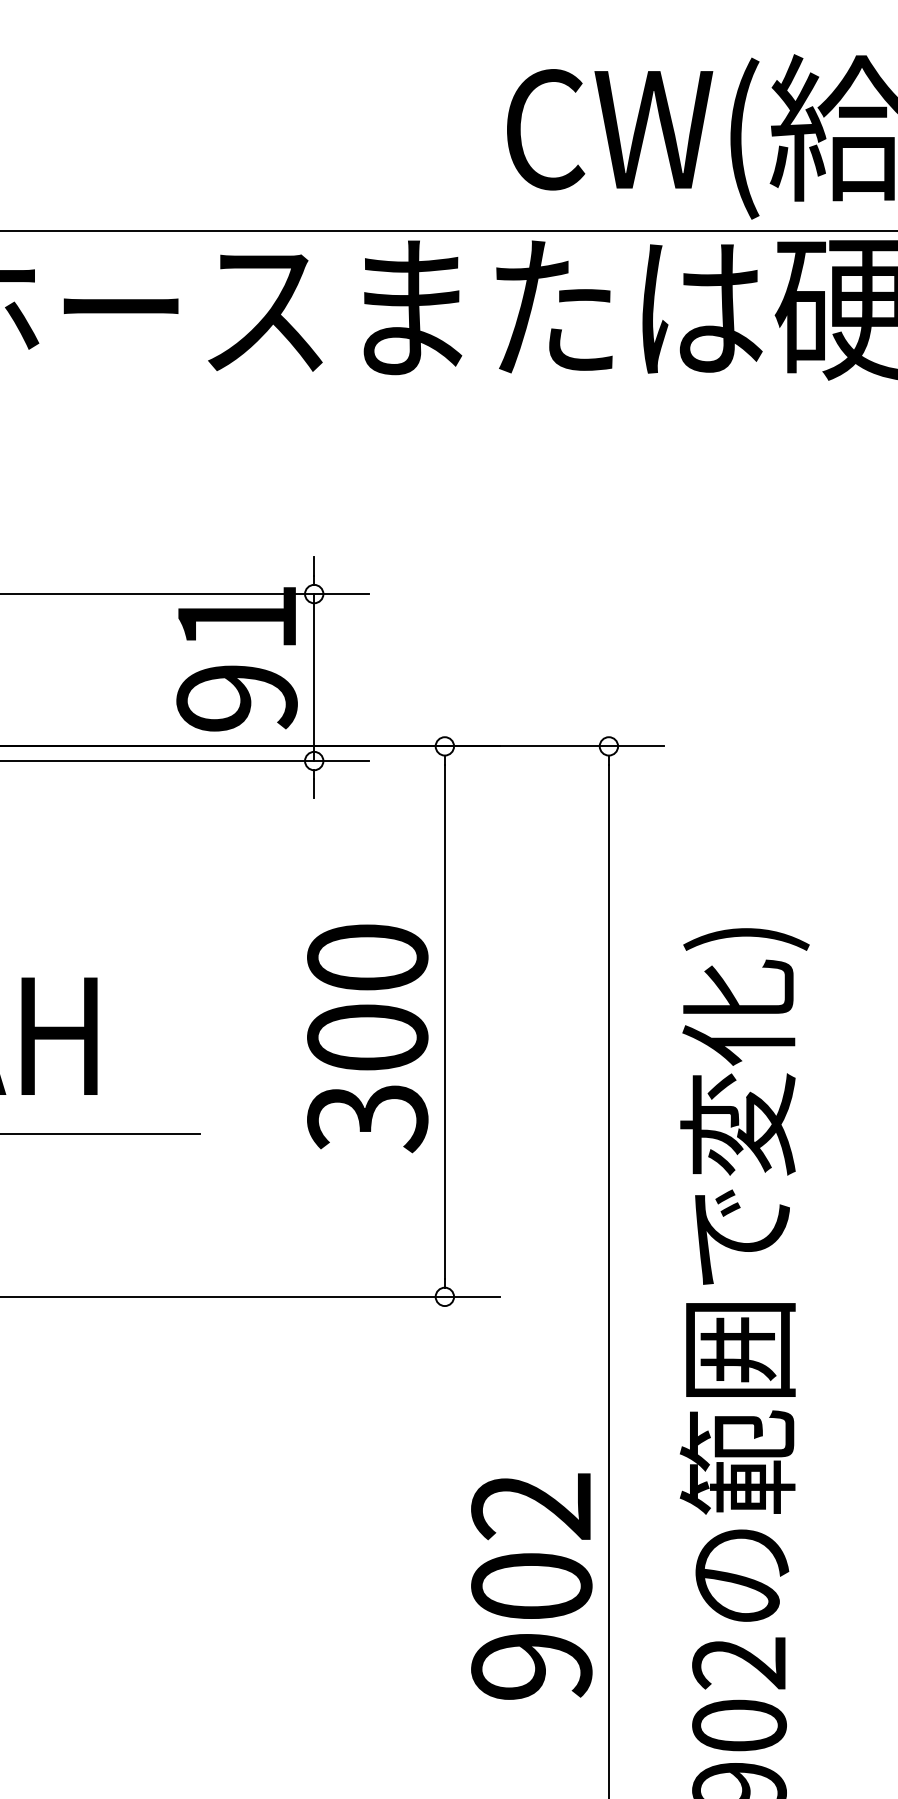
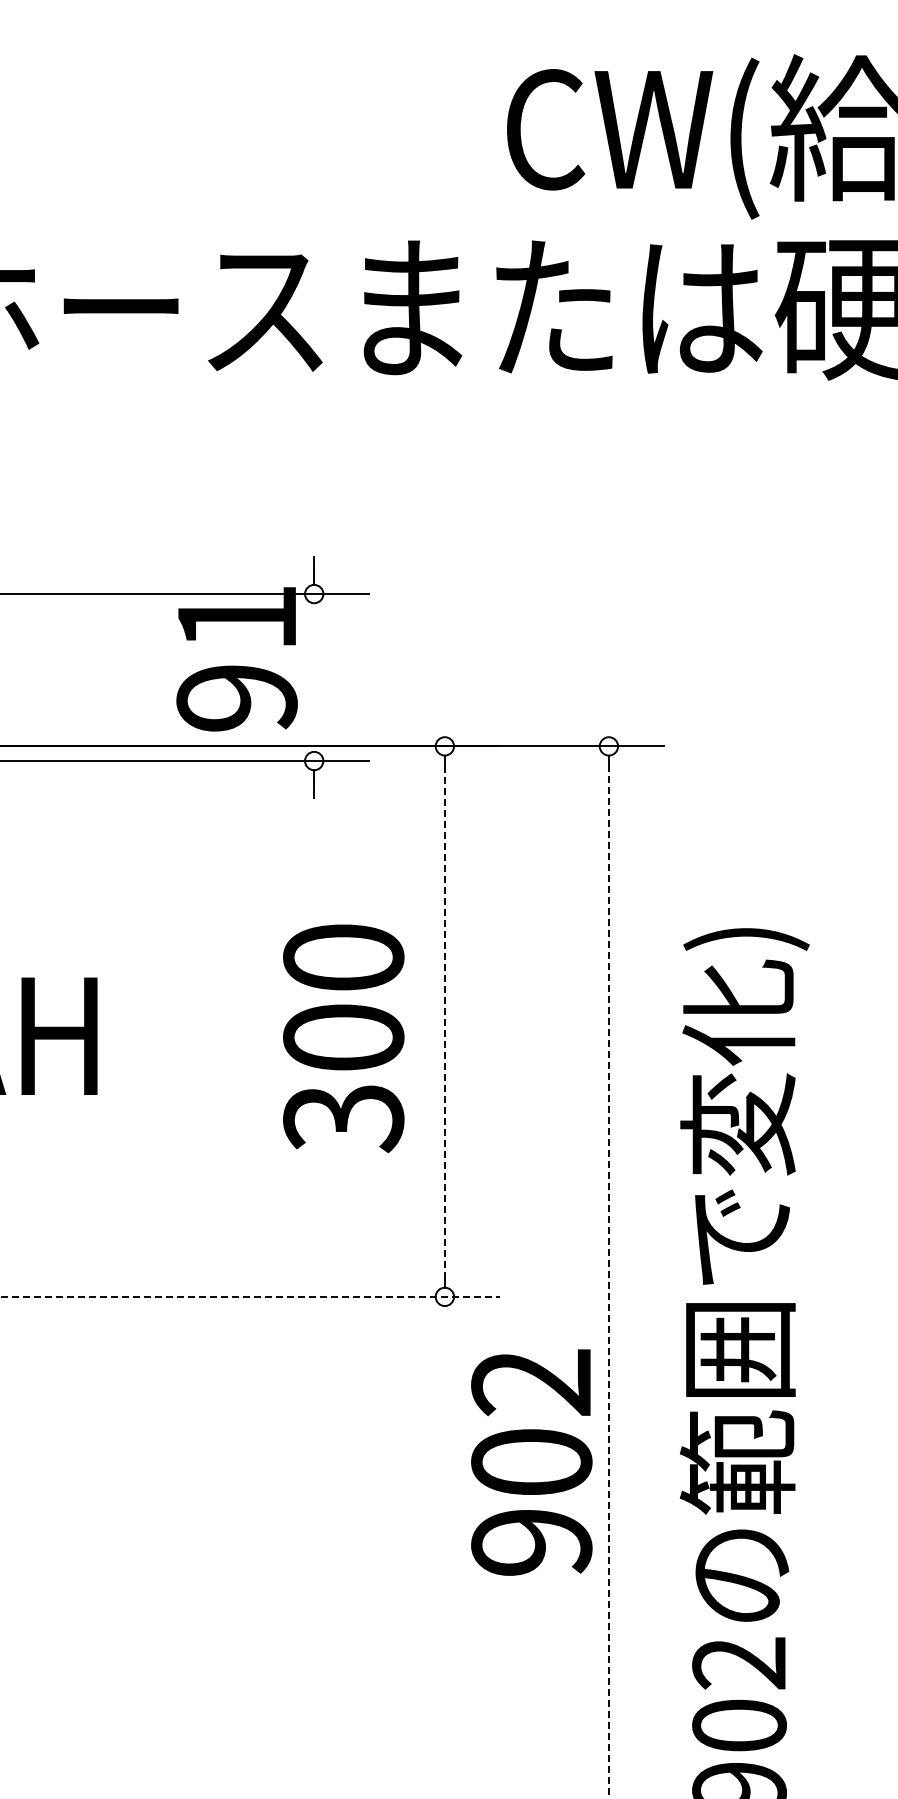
line at (448, 230): present -> none
line at (314, 677): present -> none
line at (444, 1021): solid -> dashed
text at (367, 1038) position: (367, 1038) -> (343, 1038)
line at (100, 1134): present -> none
line at (608, 1281): solid -> dashed
line at (250, 1296): solid -> dashed
text at (531, 1586) position: (531, 1586) -> (531, 1462)
